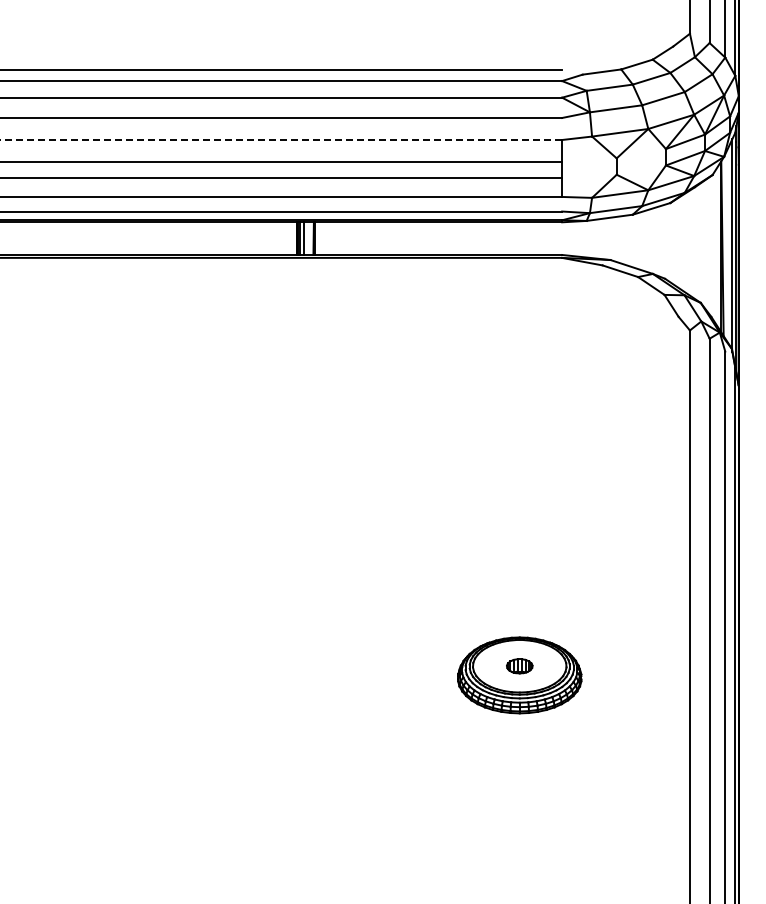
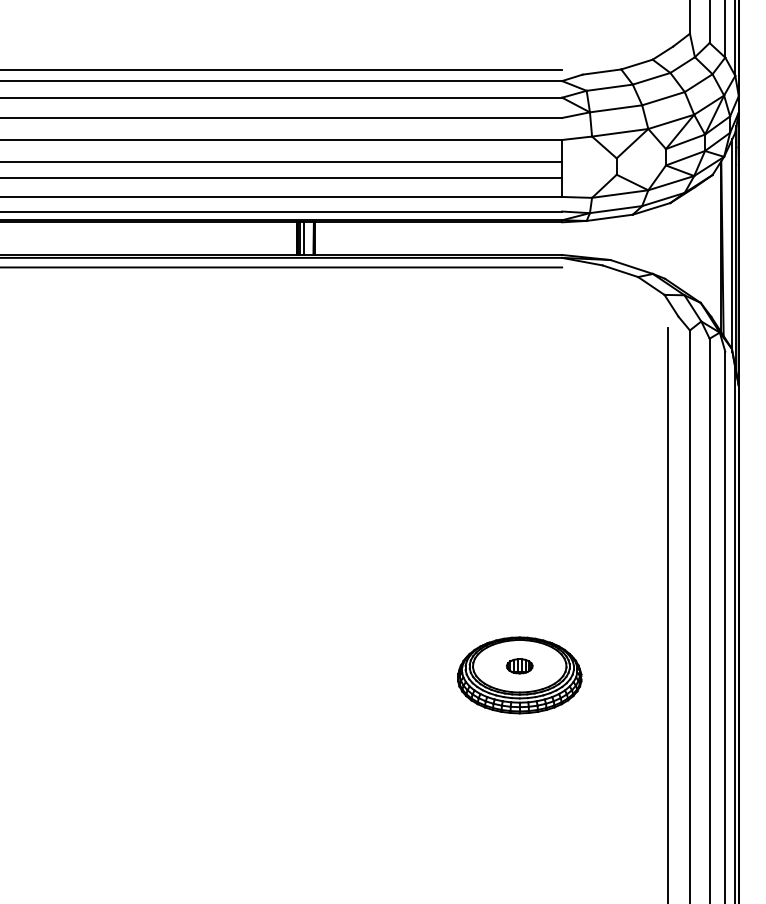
line at (280, 140): dashed -> solid
line at (282, 267): none -> present
line at (668, 613): none -> present
